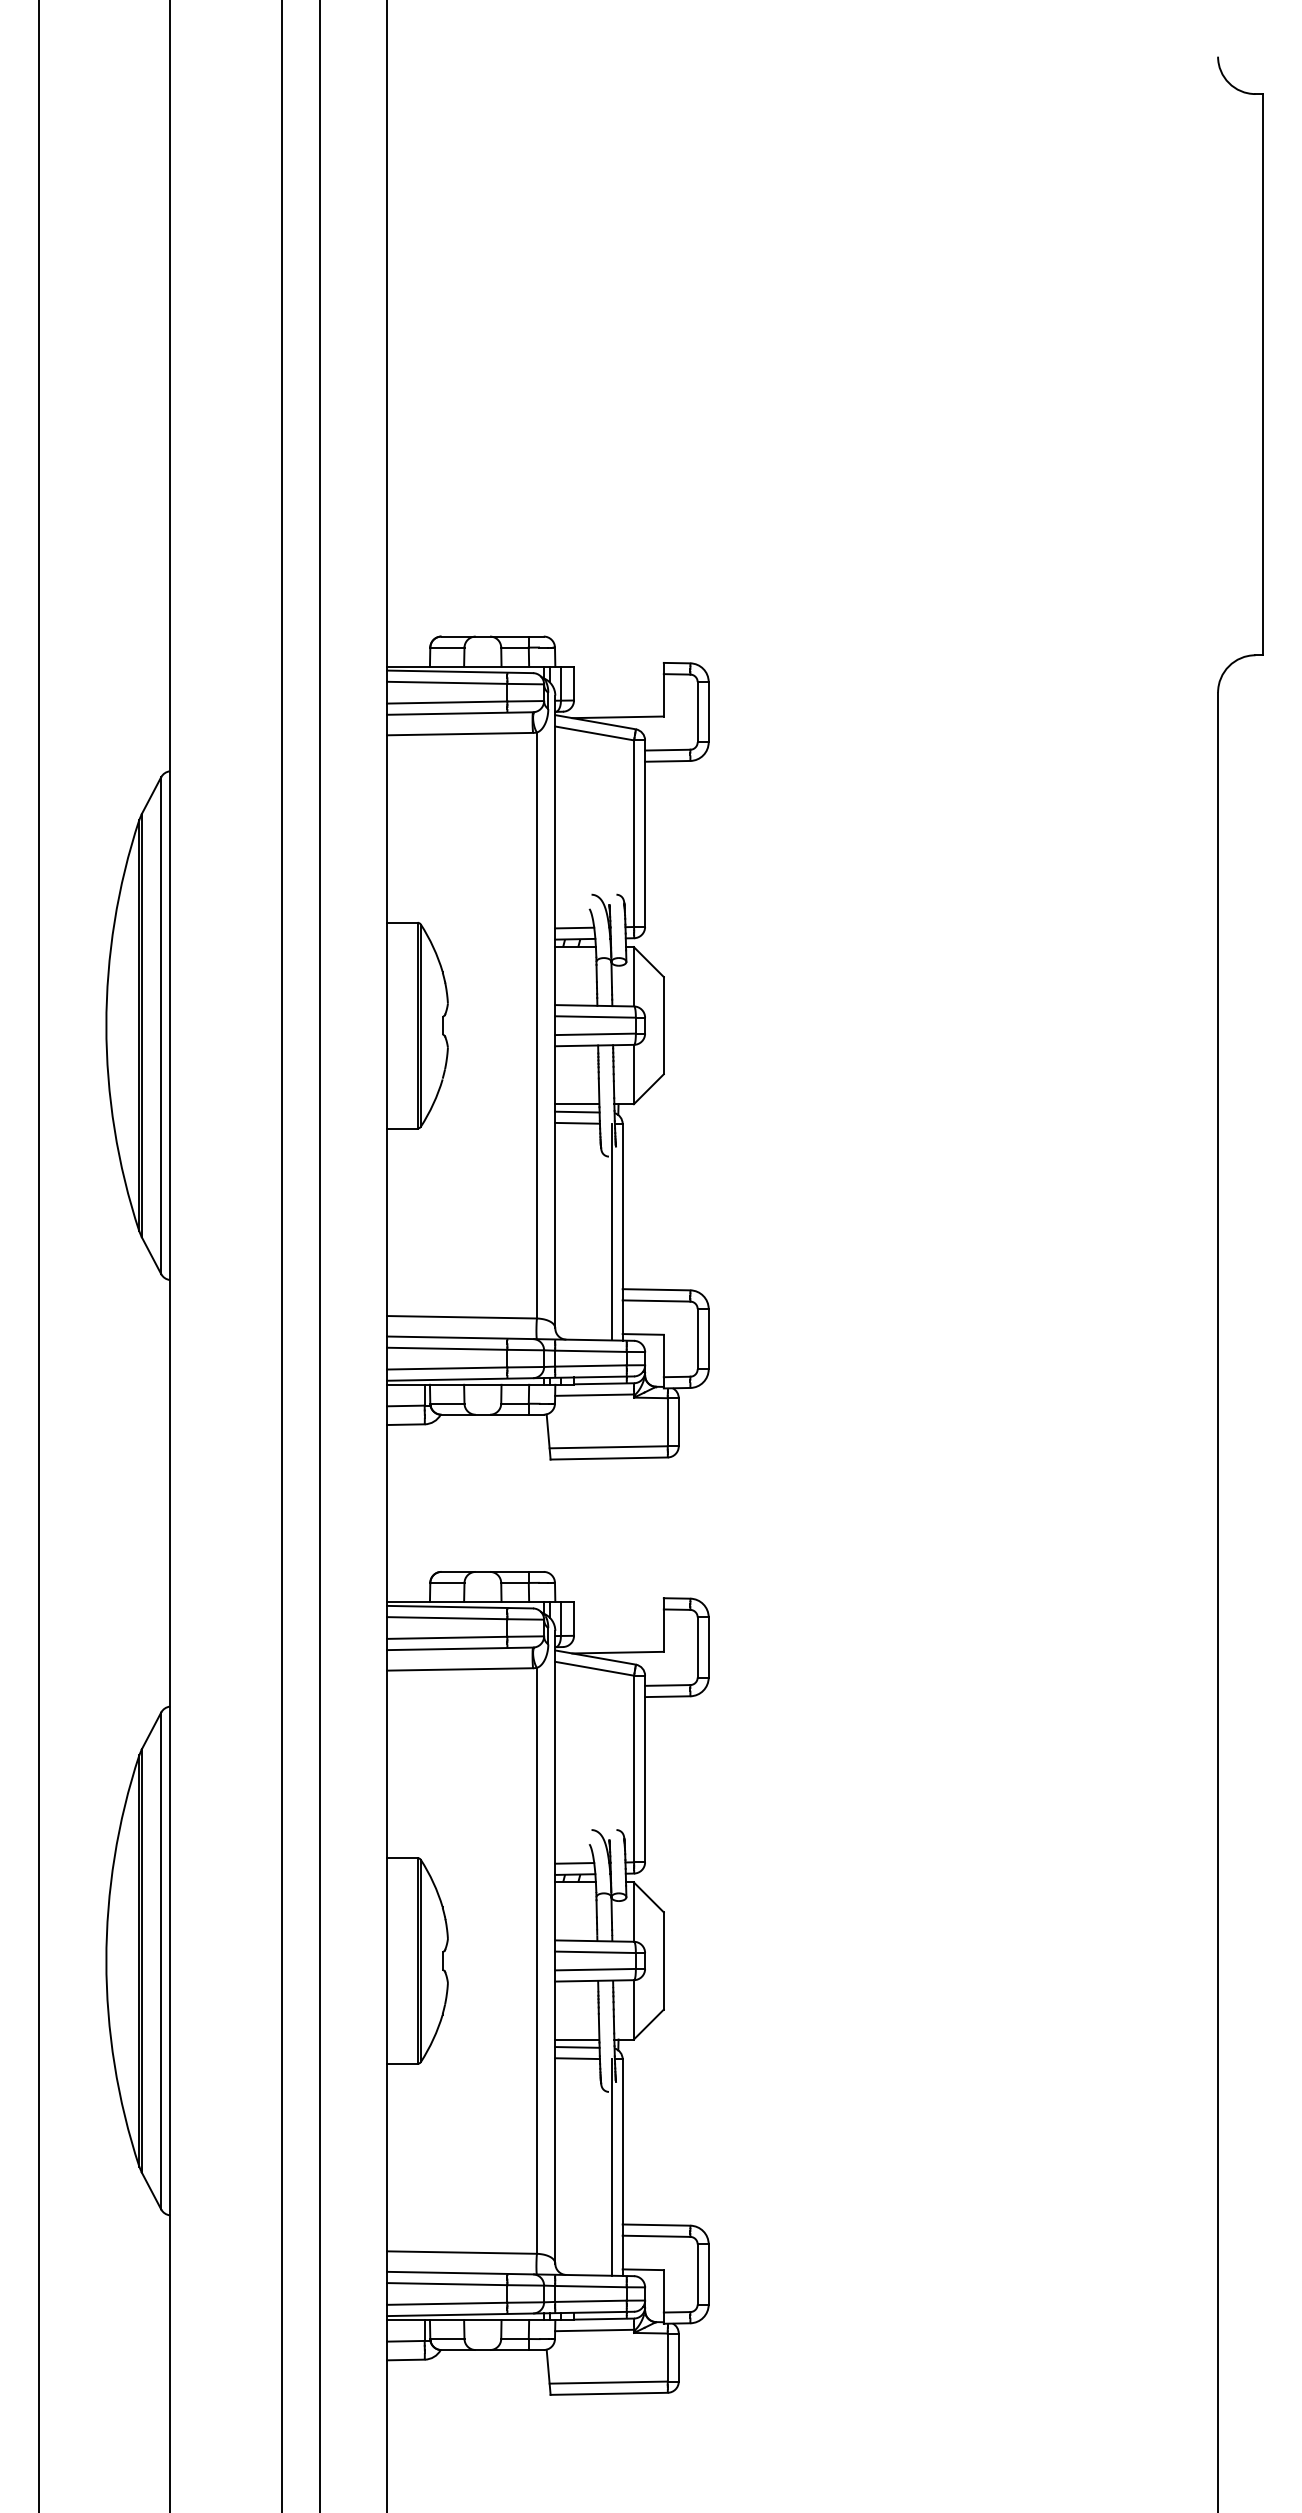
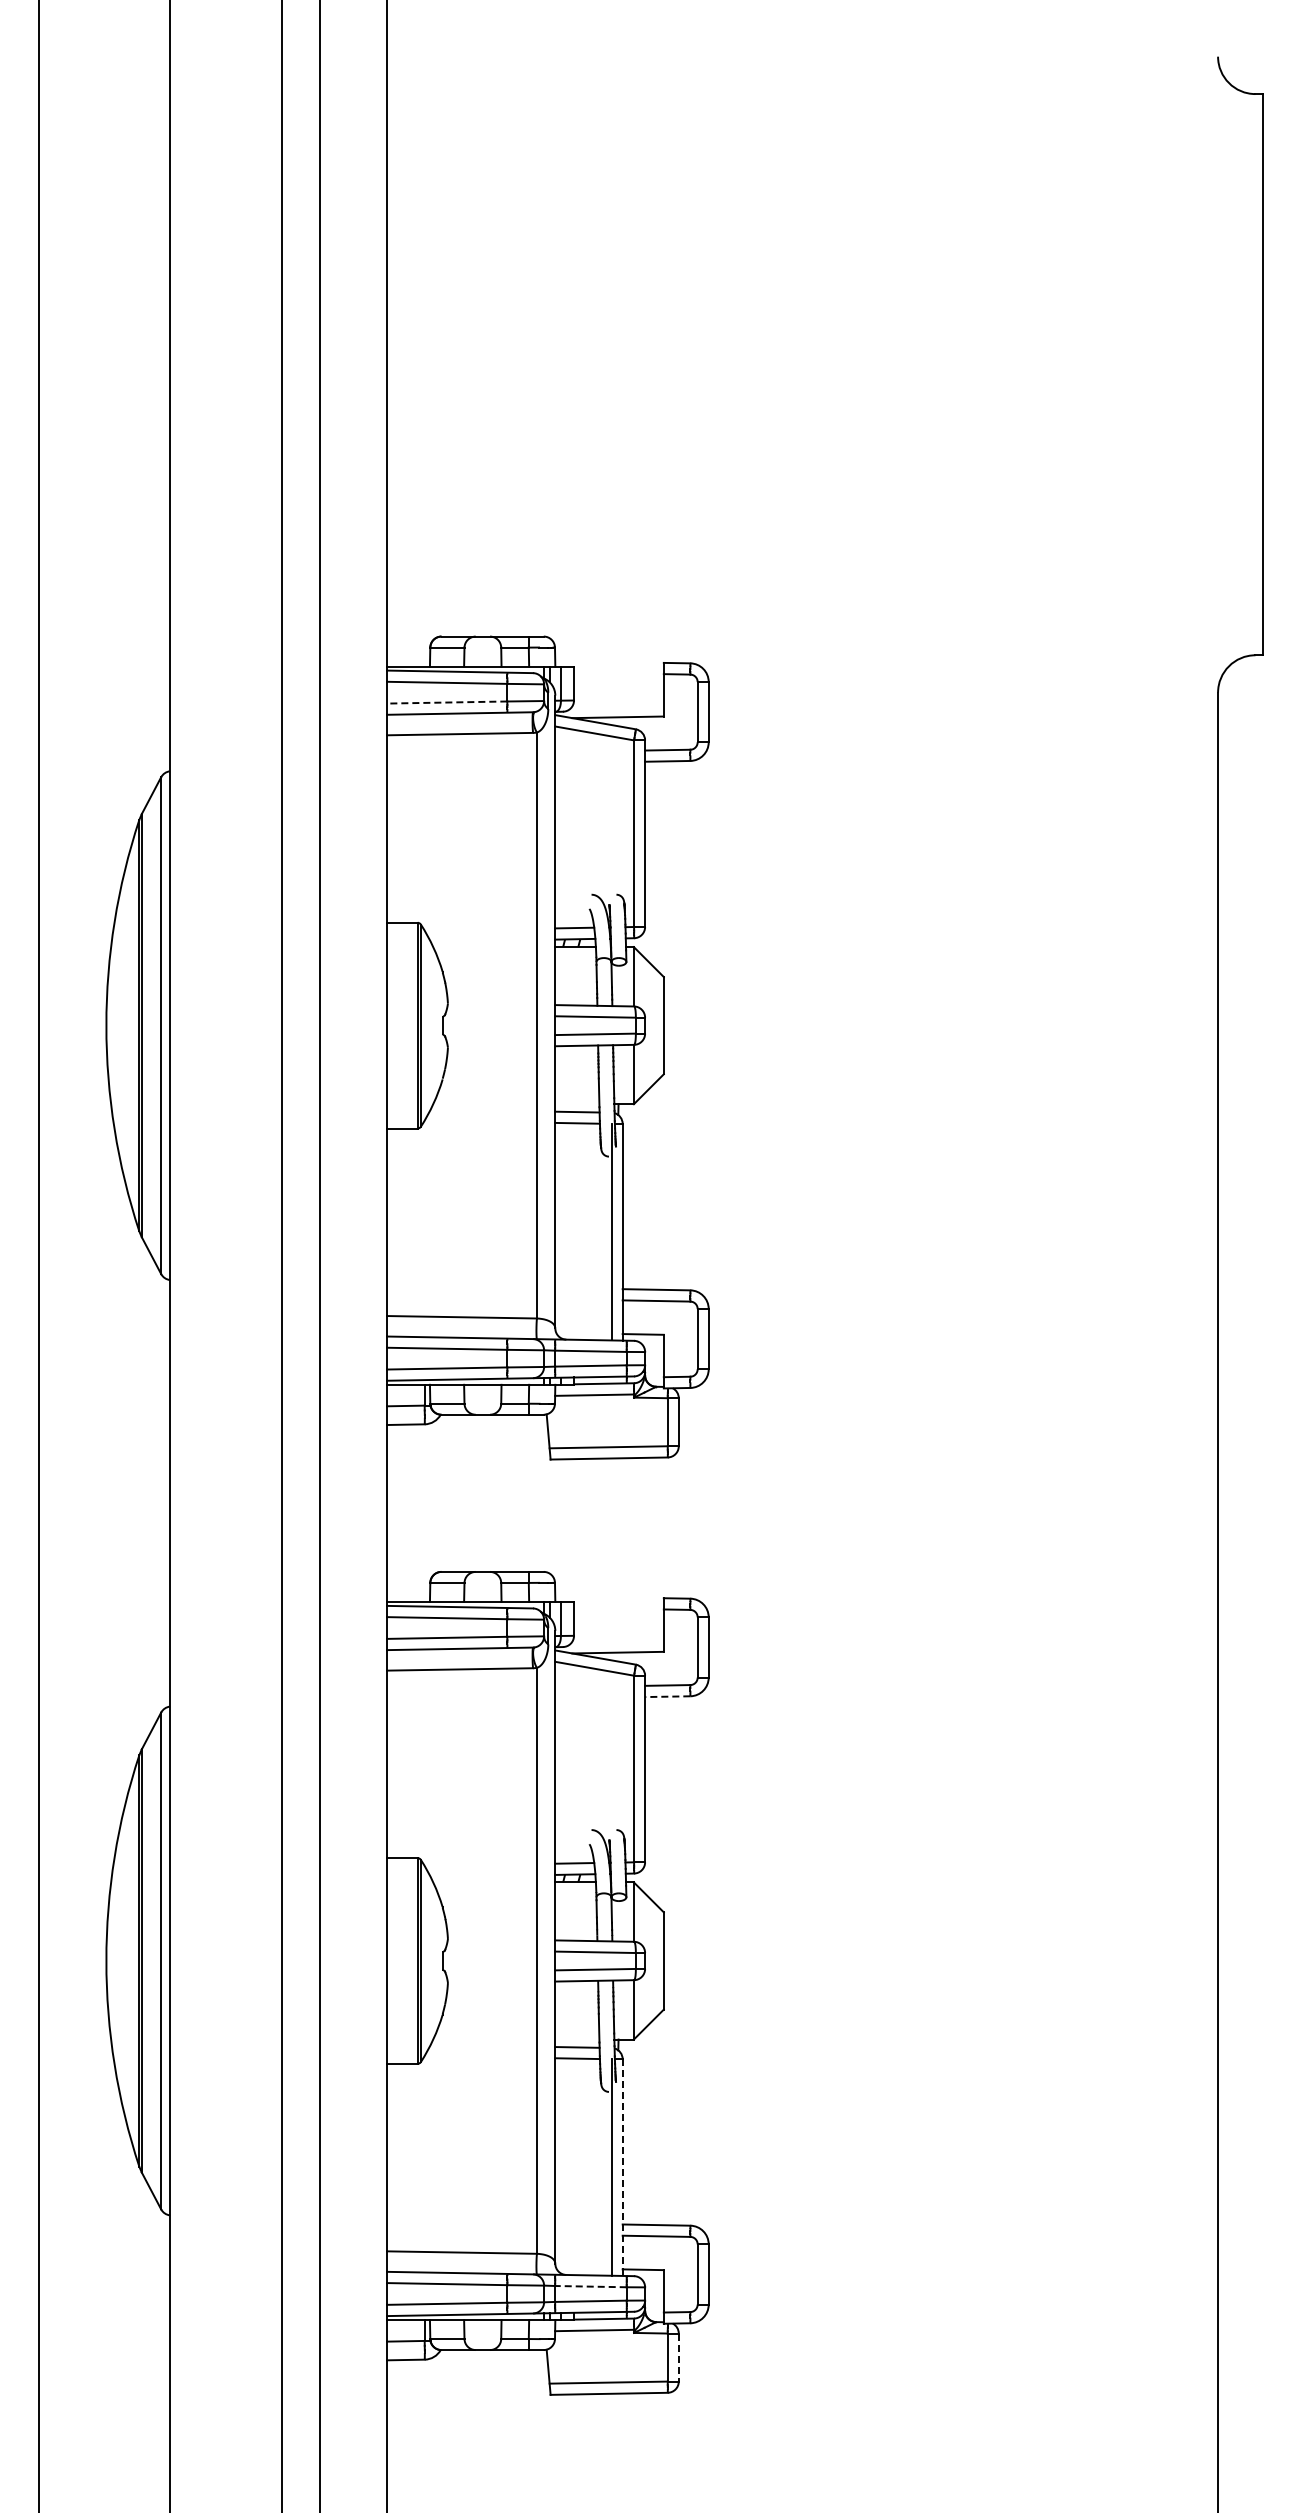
line at (446, 702): solid -> dashed
line at (577, 1104): present -> none
line at (667, 1696): solid -> dashed
line at (577, 2039): present -> none
line at (622, 2168): solid -> dashed
line at (590, 2286): solid -> dashed
line at (678, 2358): solid -> dashed
